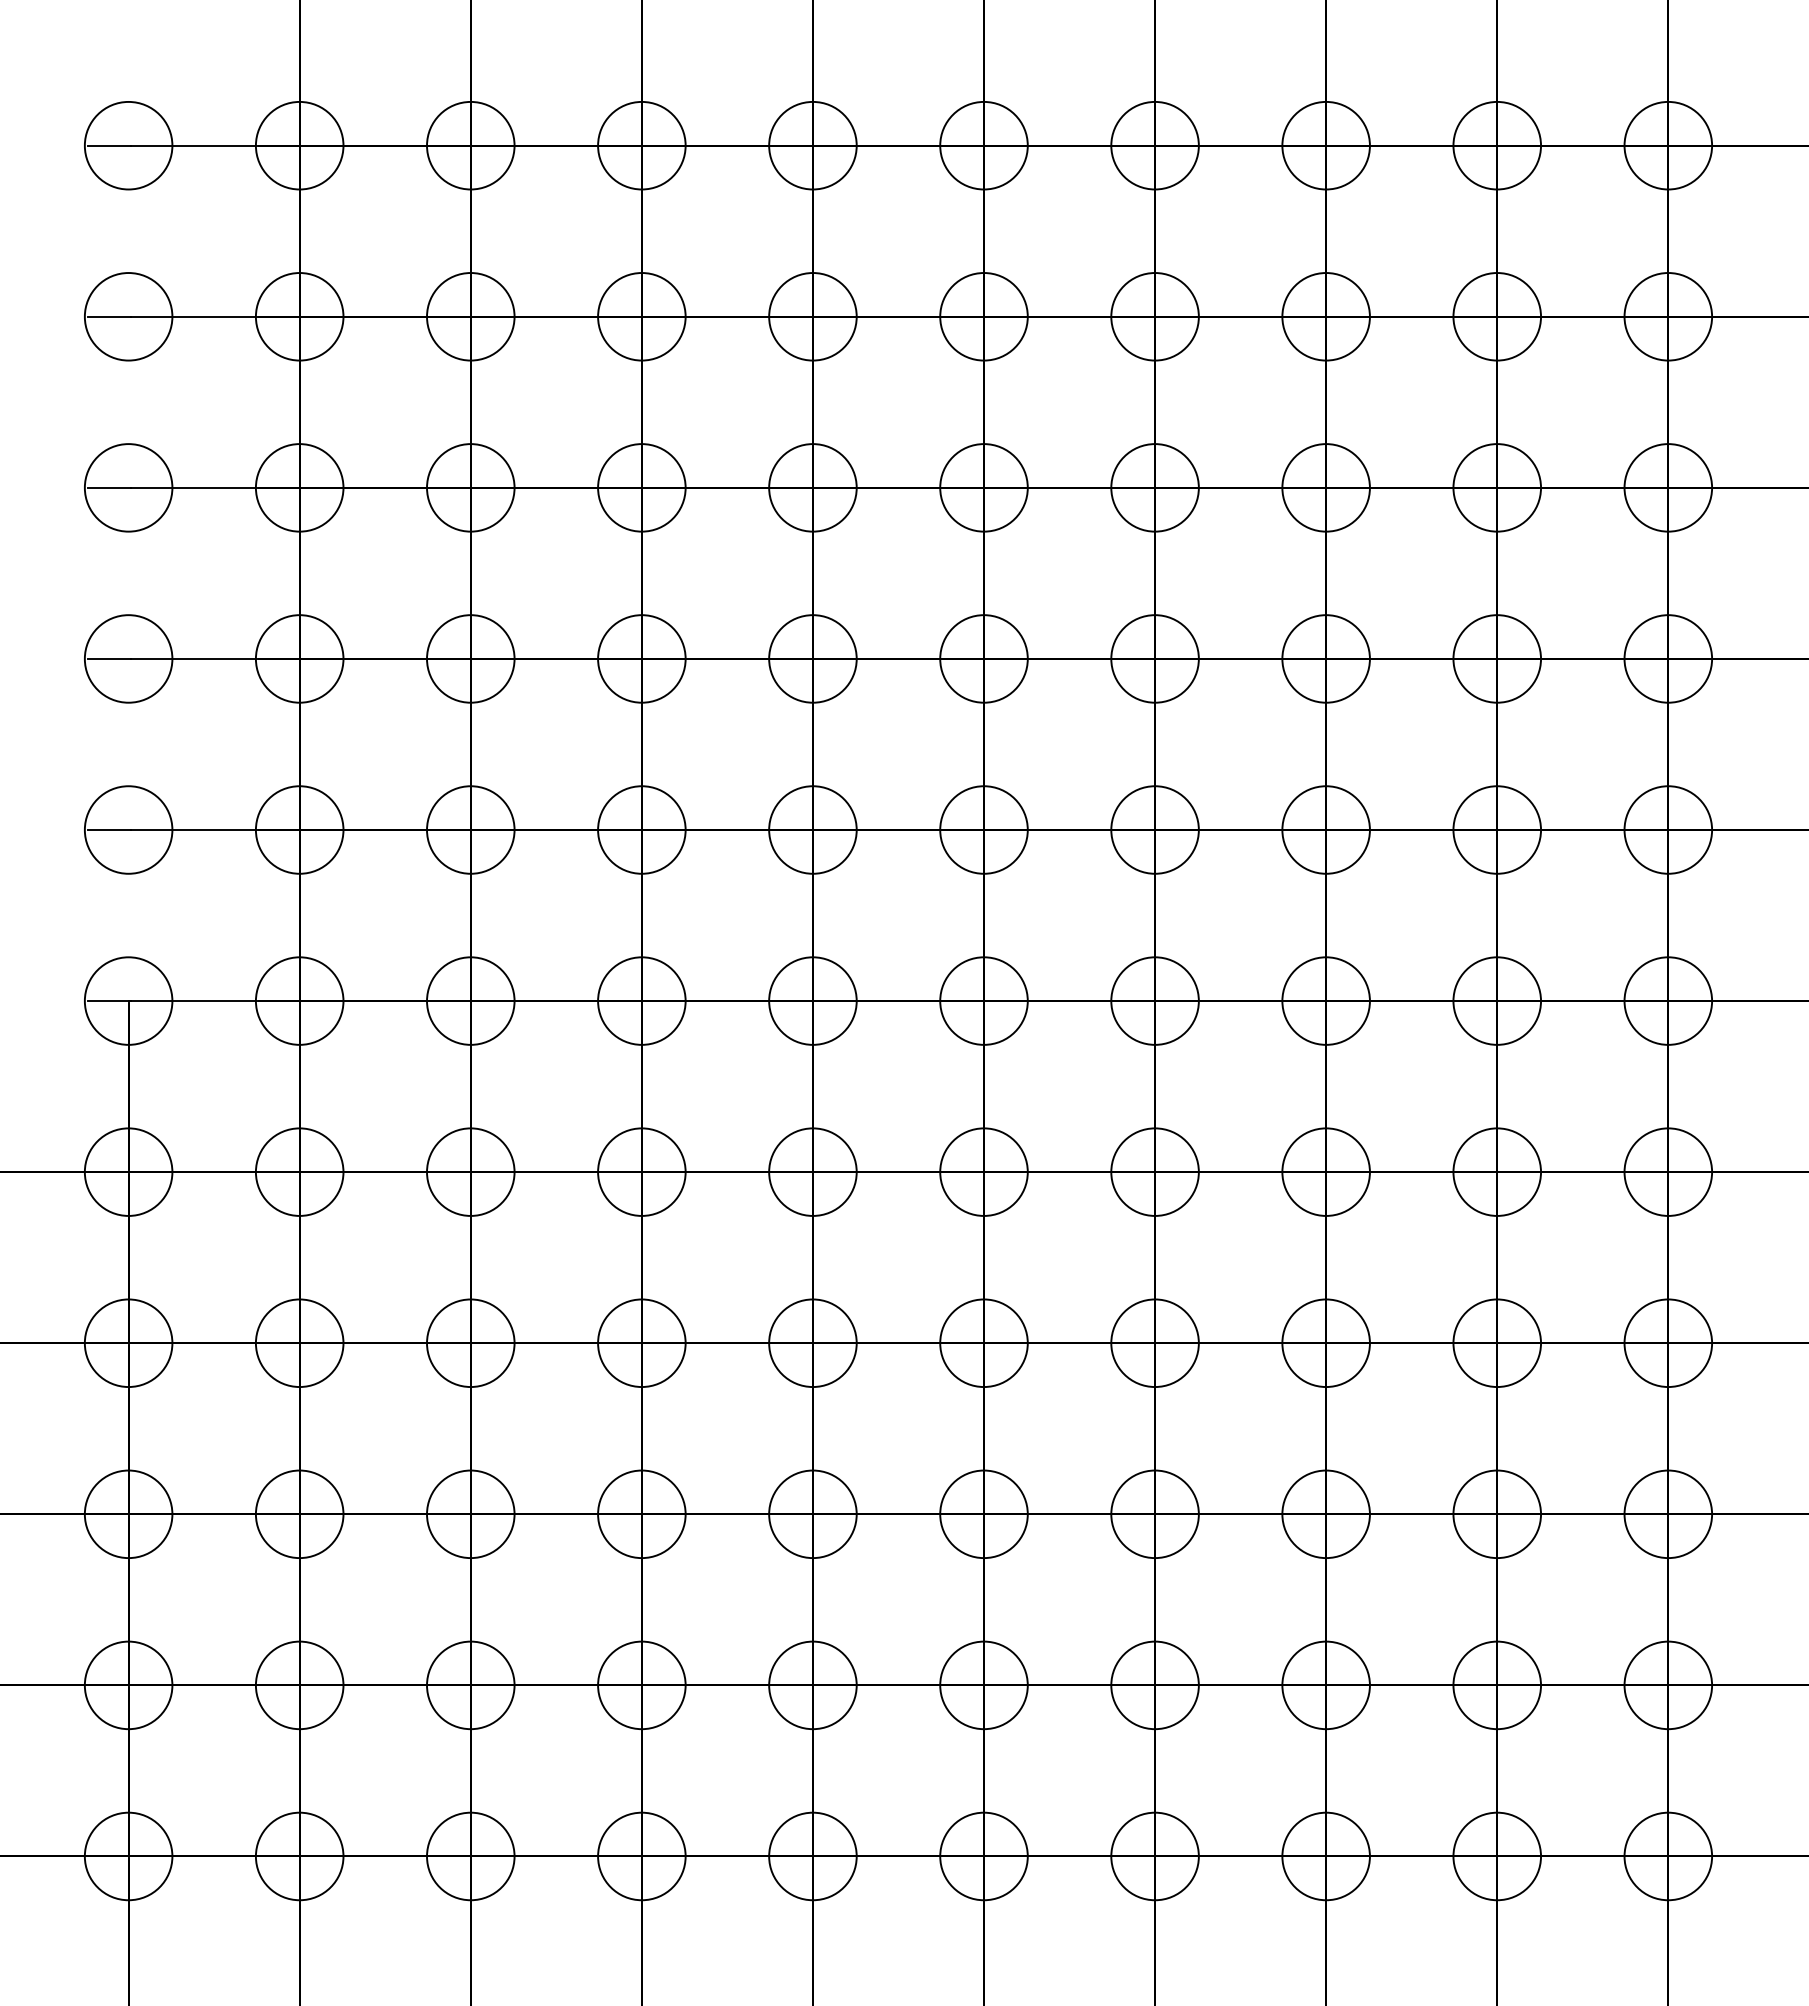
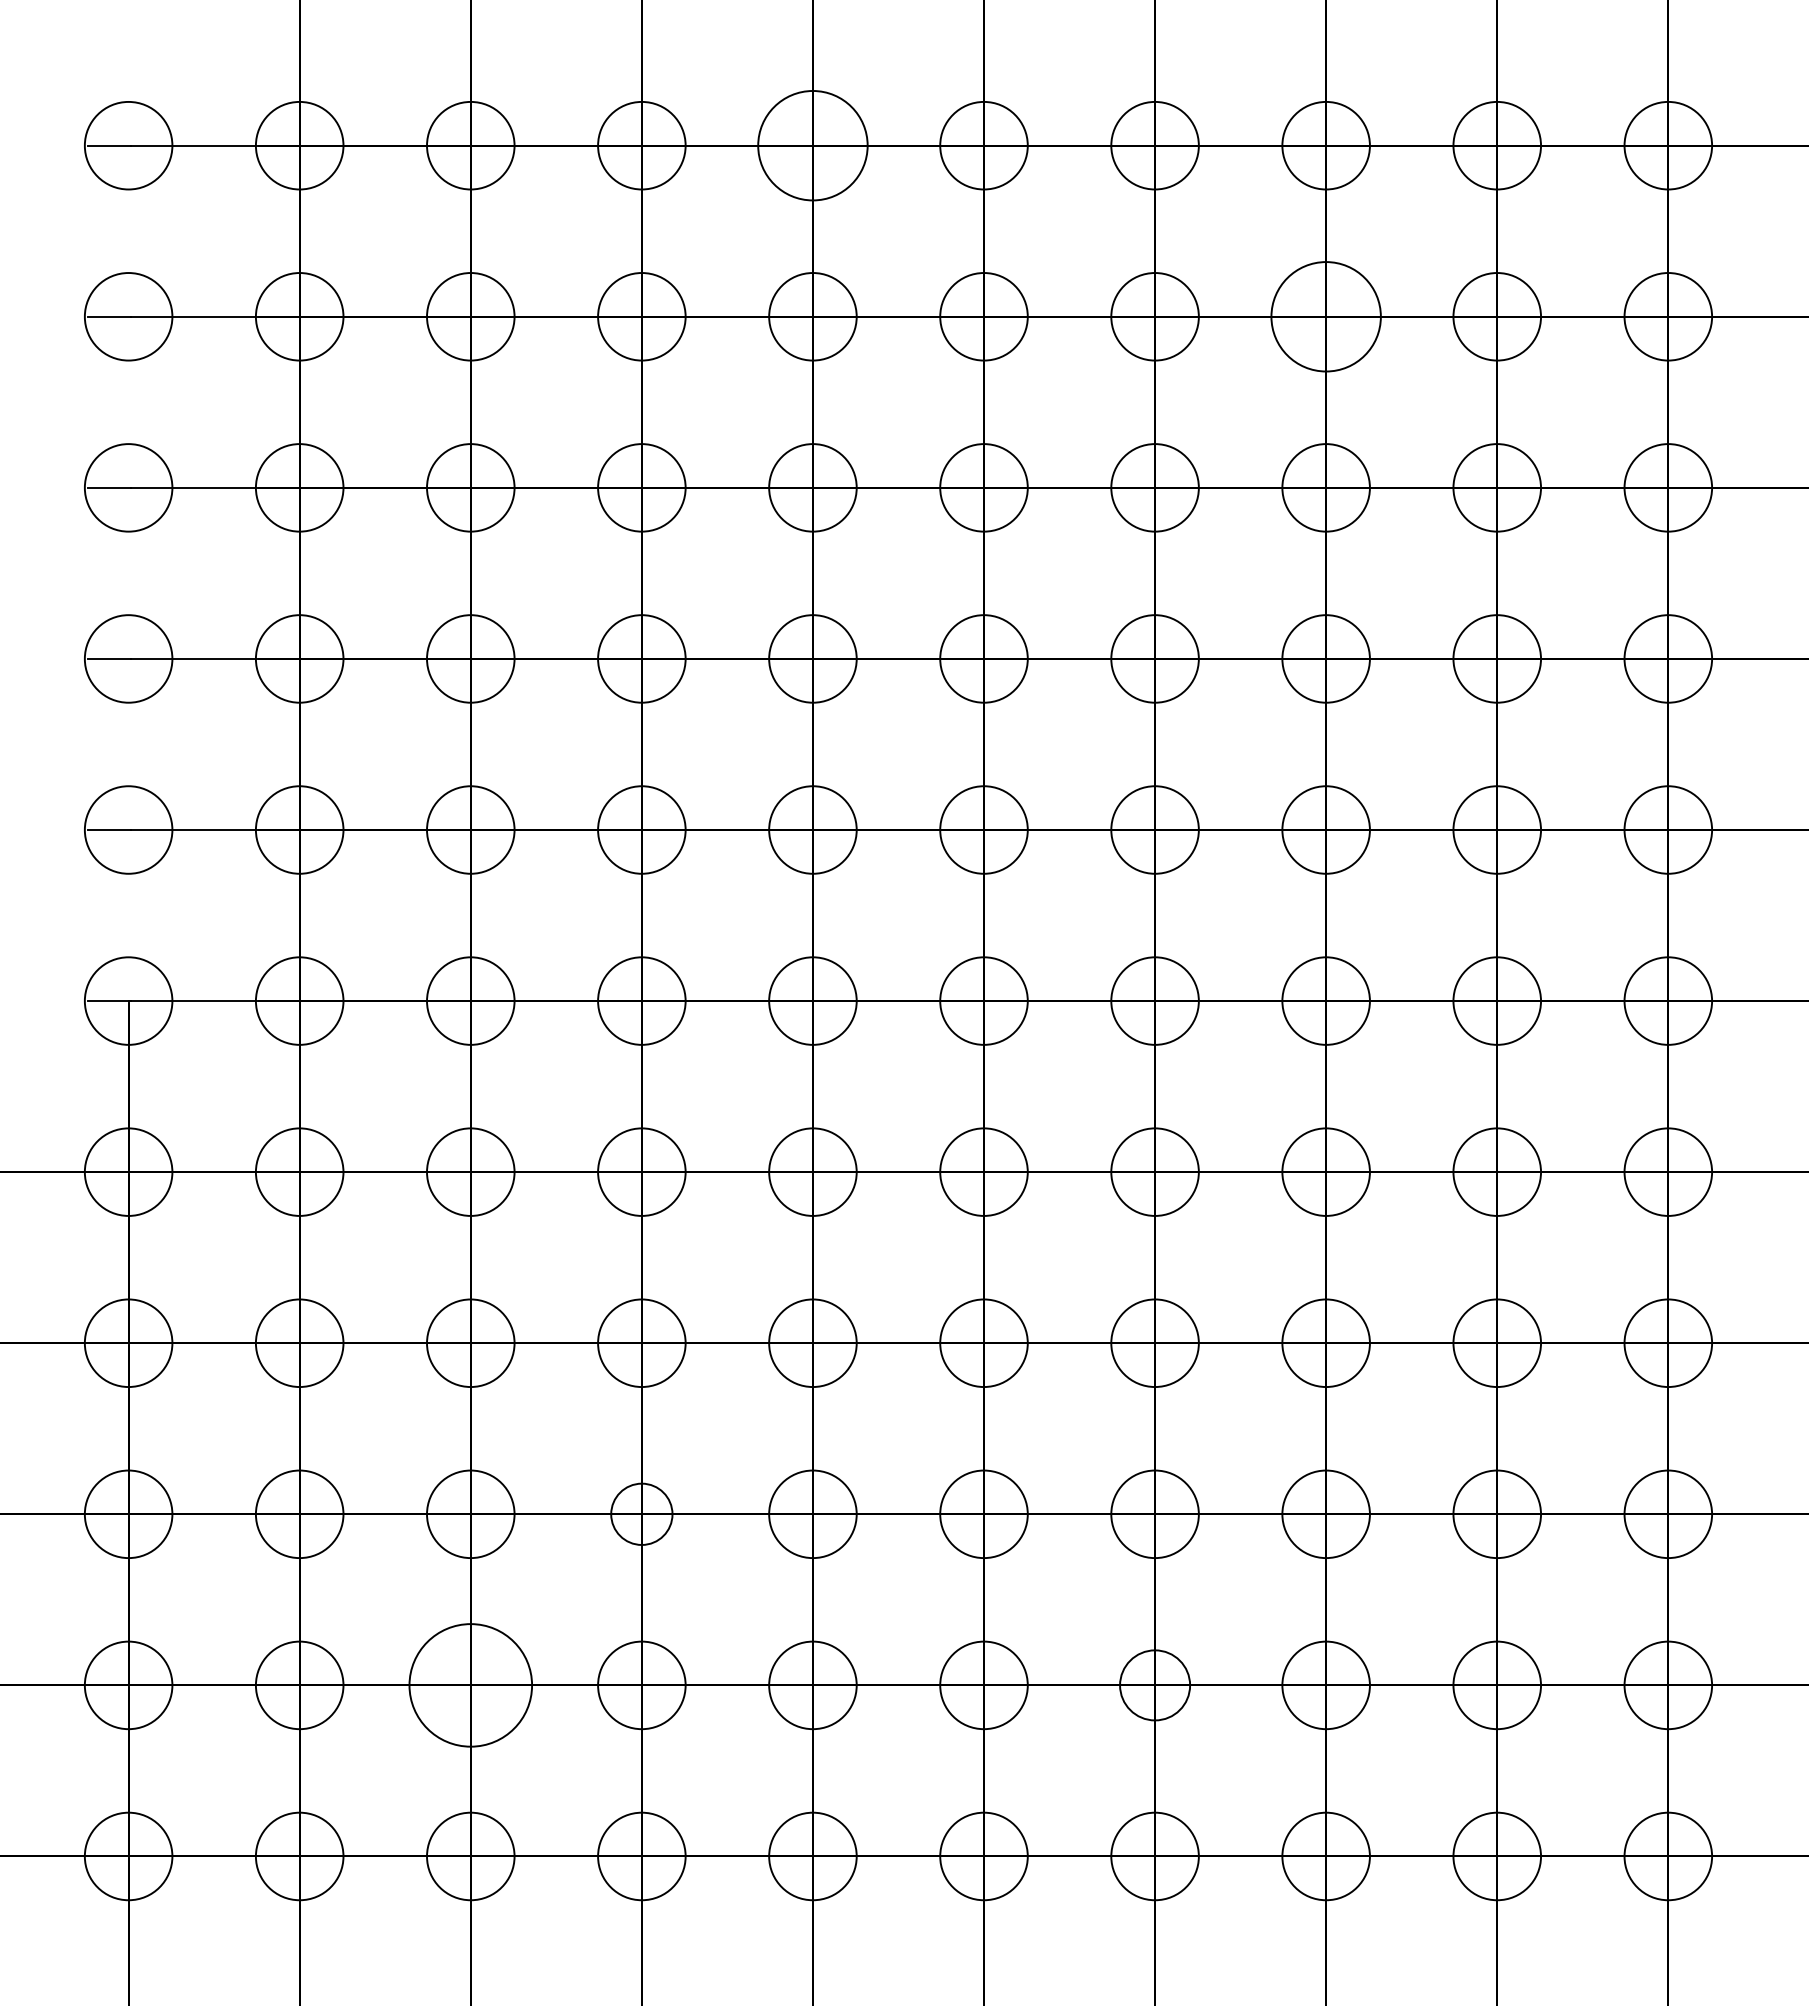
circle at (812, 145) diameter: 88 px -> 109 px
circle at (1325, 316) diameter: 88 px -> 109 px
circle at (641, 1514) diameter: 88 px -> 61 px
circle at (470, 1685) diameter: 88 px -> 123 px
circle at (1154, 1685) diameter: 88 px -> 70 px
